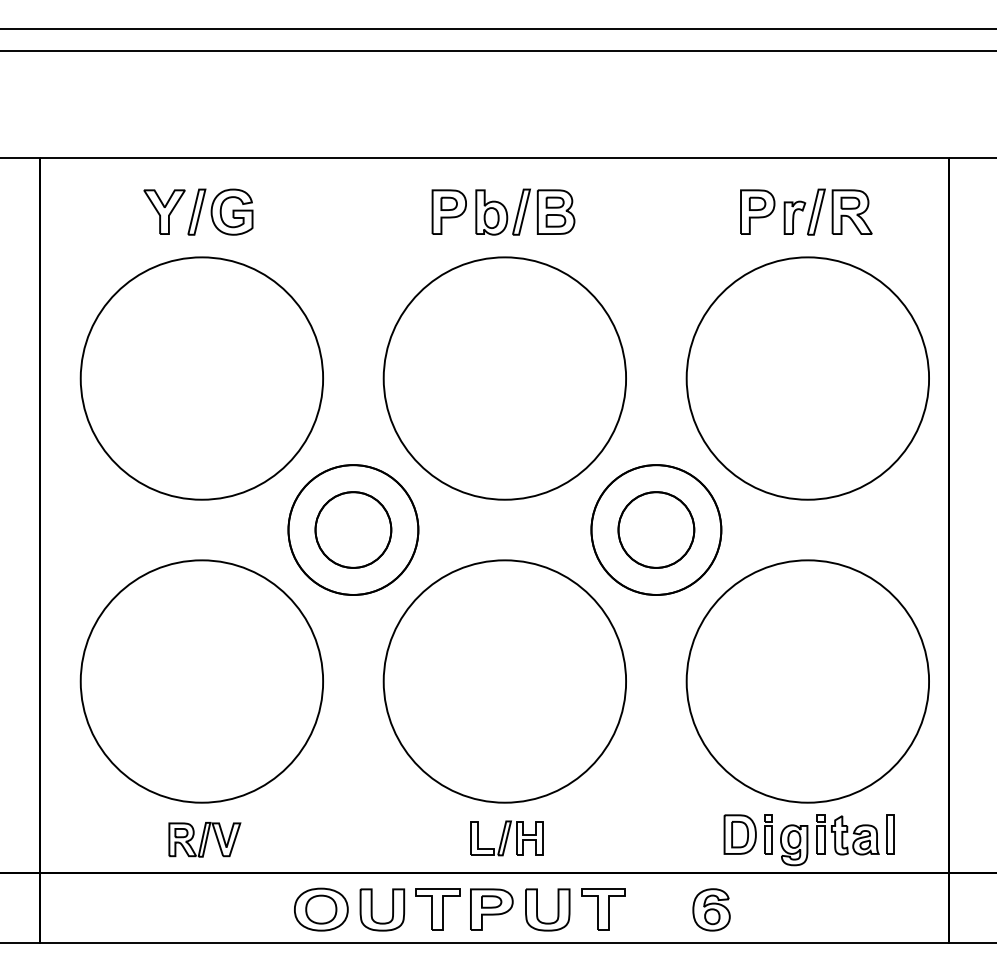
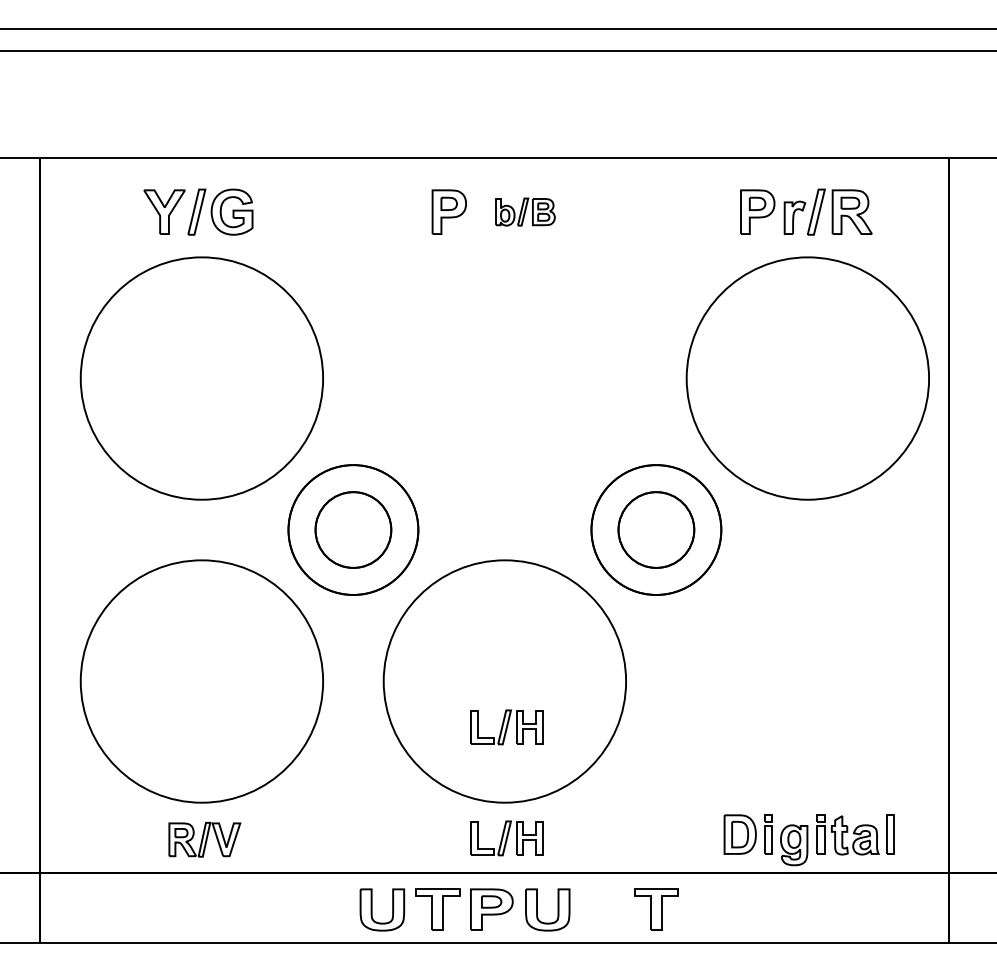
part at (525, 211) size: 101x48 px -> 61x30 px
part at (504, 378): present -> none
part at (807, 681): present -> none
part at (506, 727): none -> present
part at (321, 909): present -> none
part at (603, 909) position: (603, 909) -> (656, 909)
part at (711, 909): present -> none
